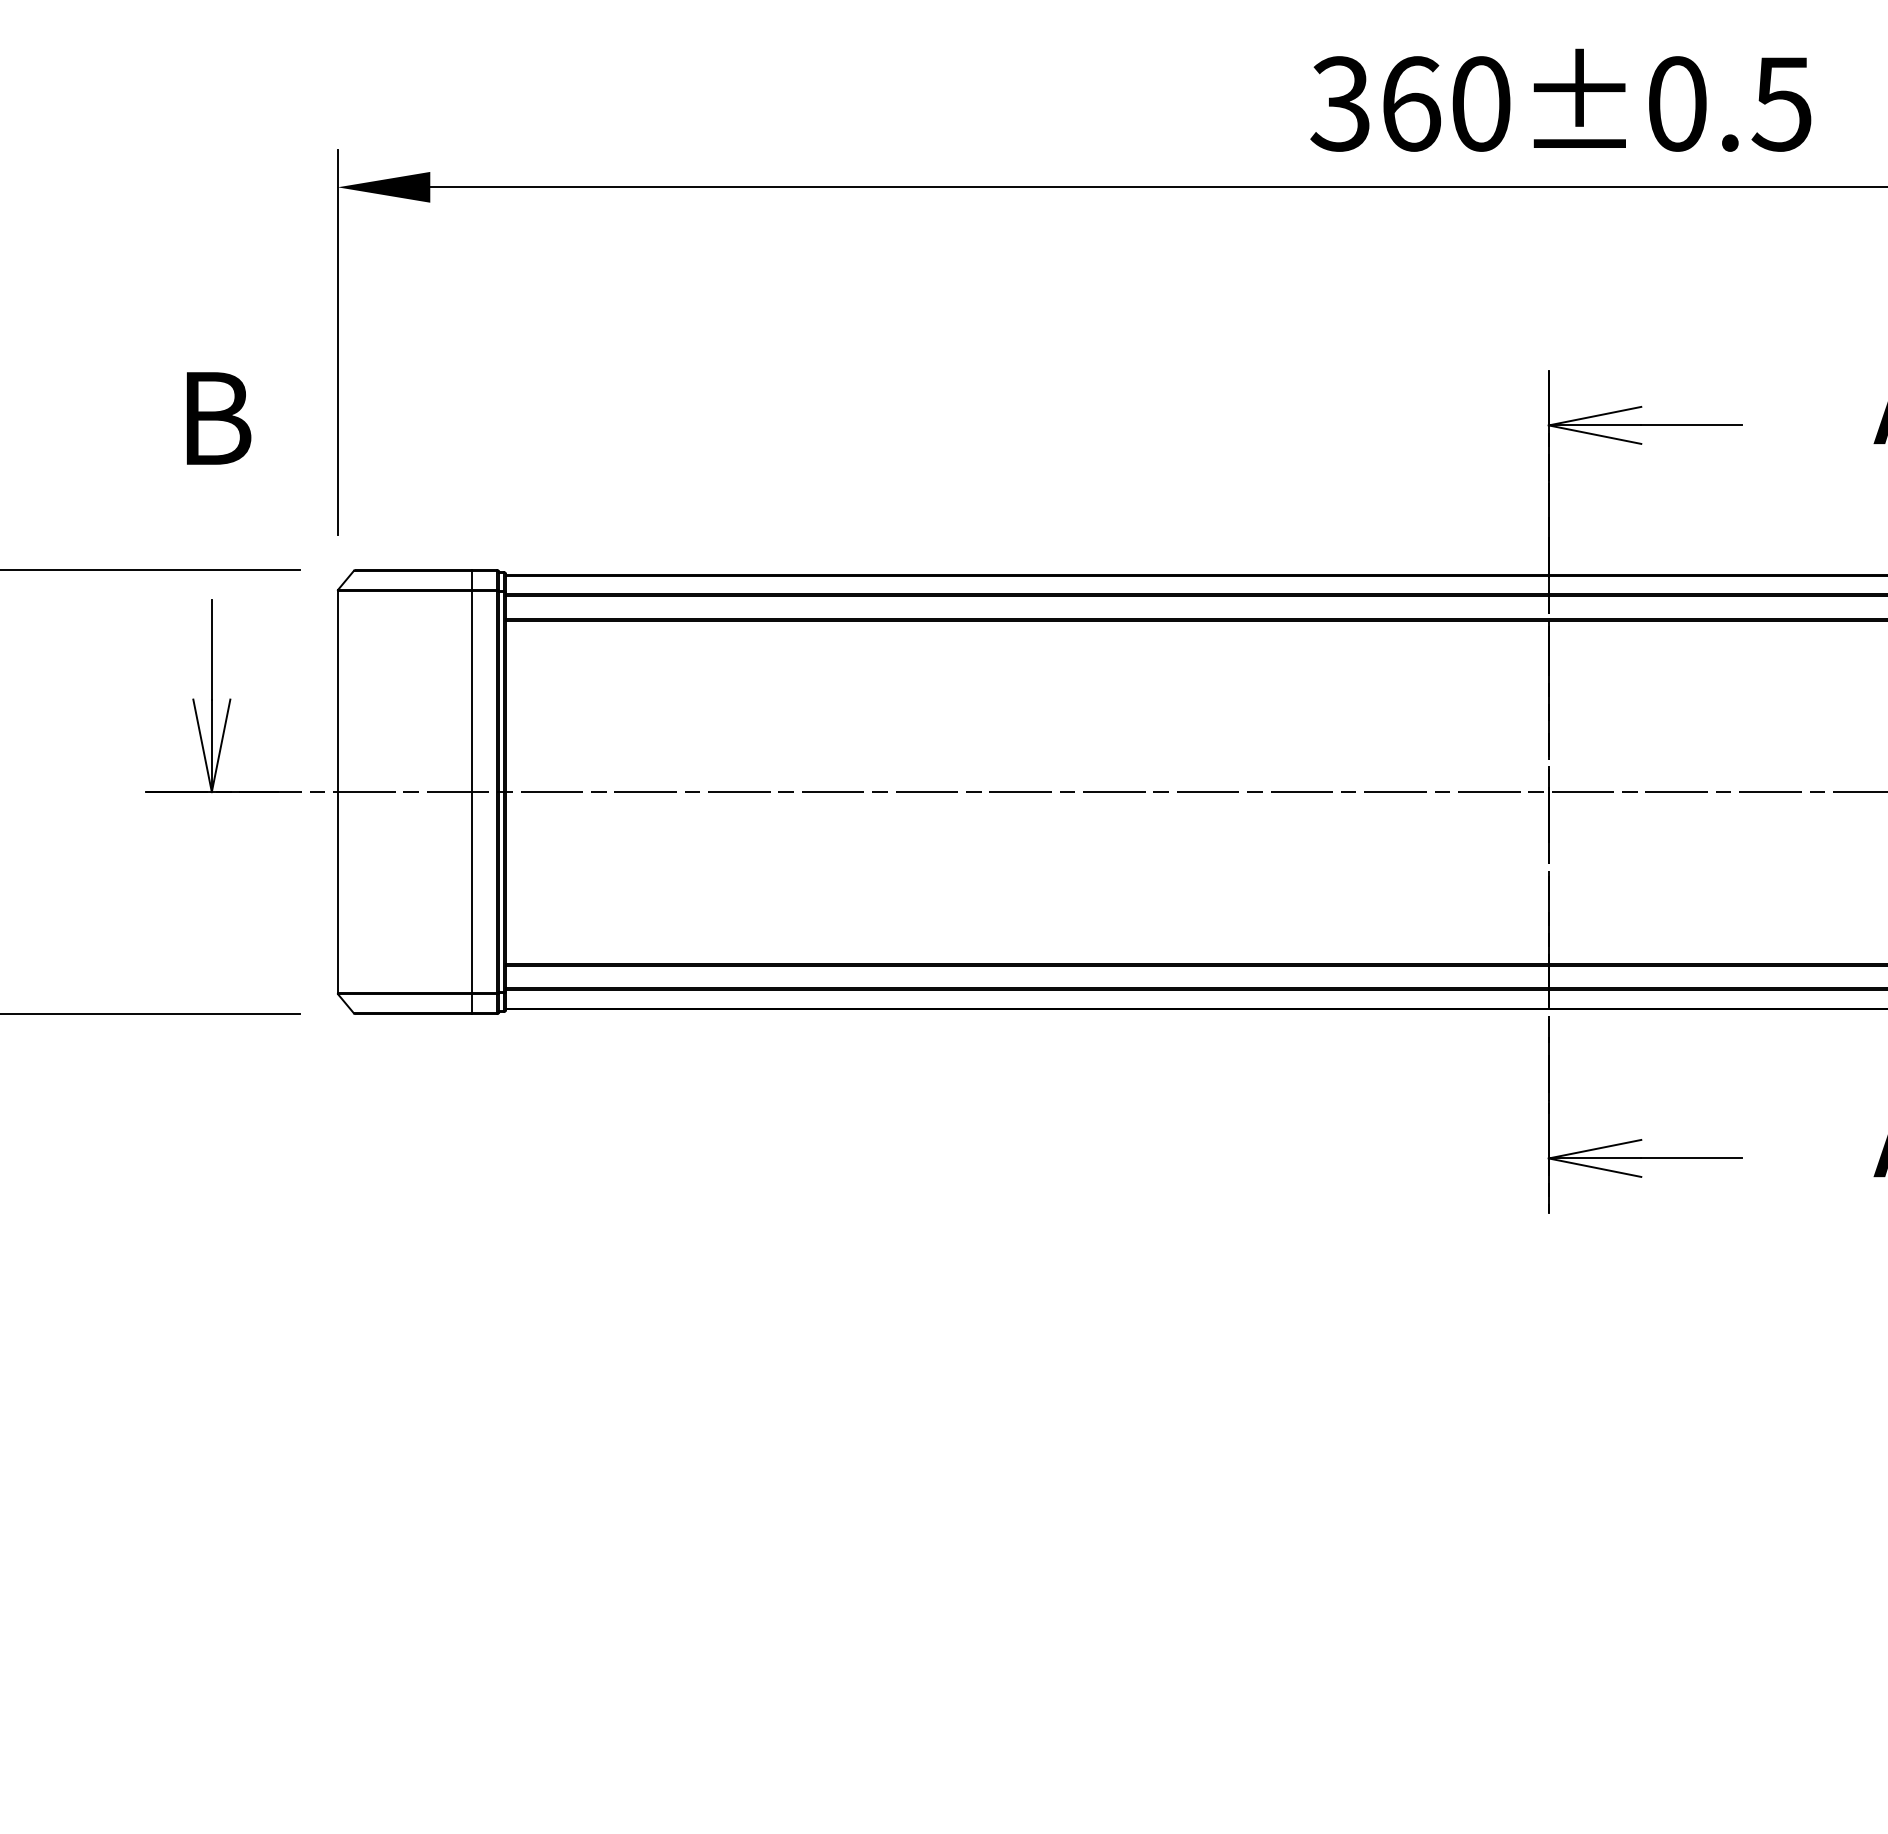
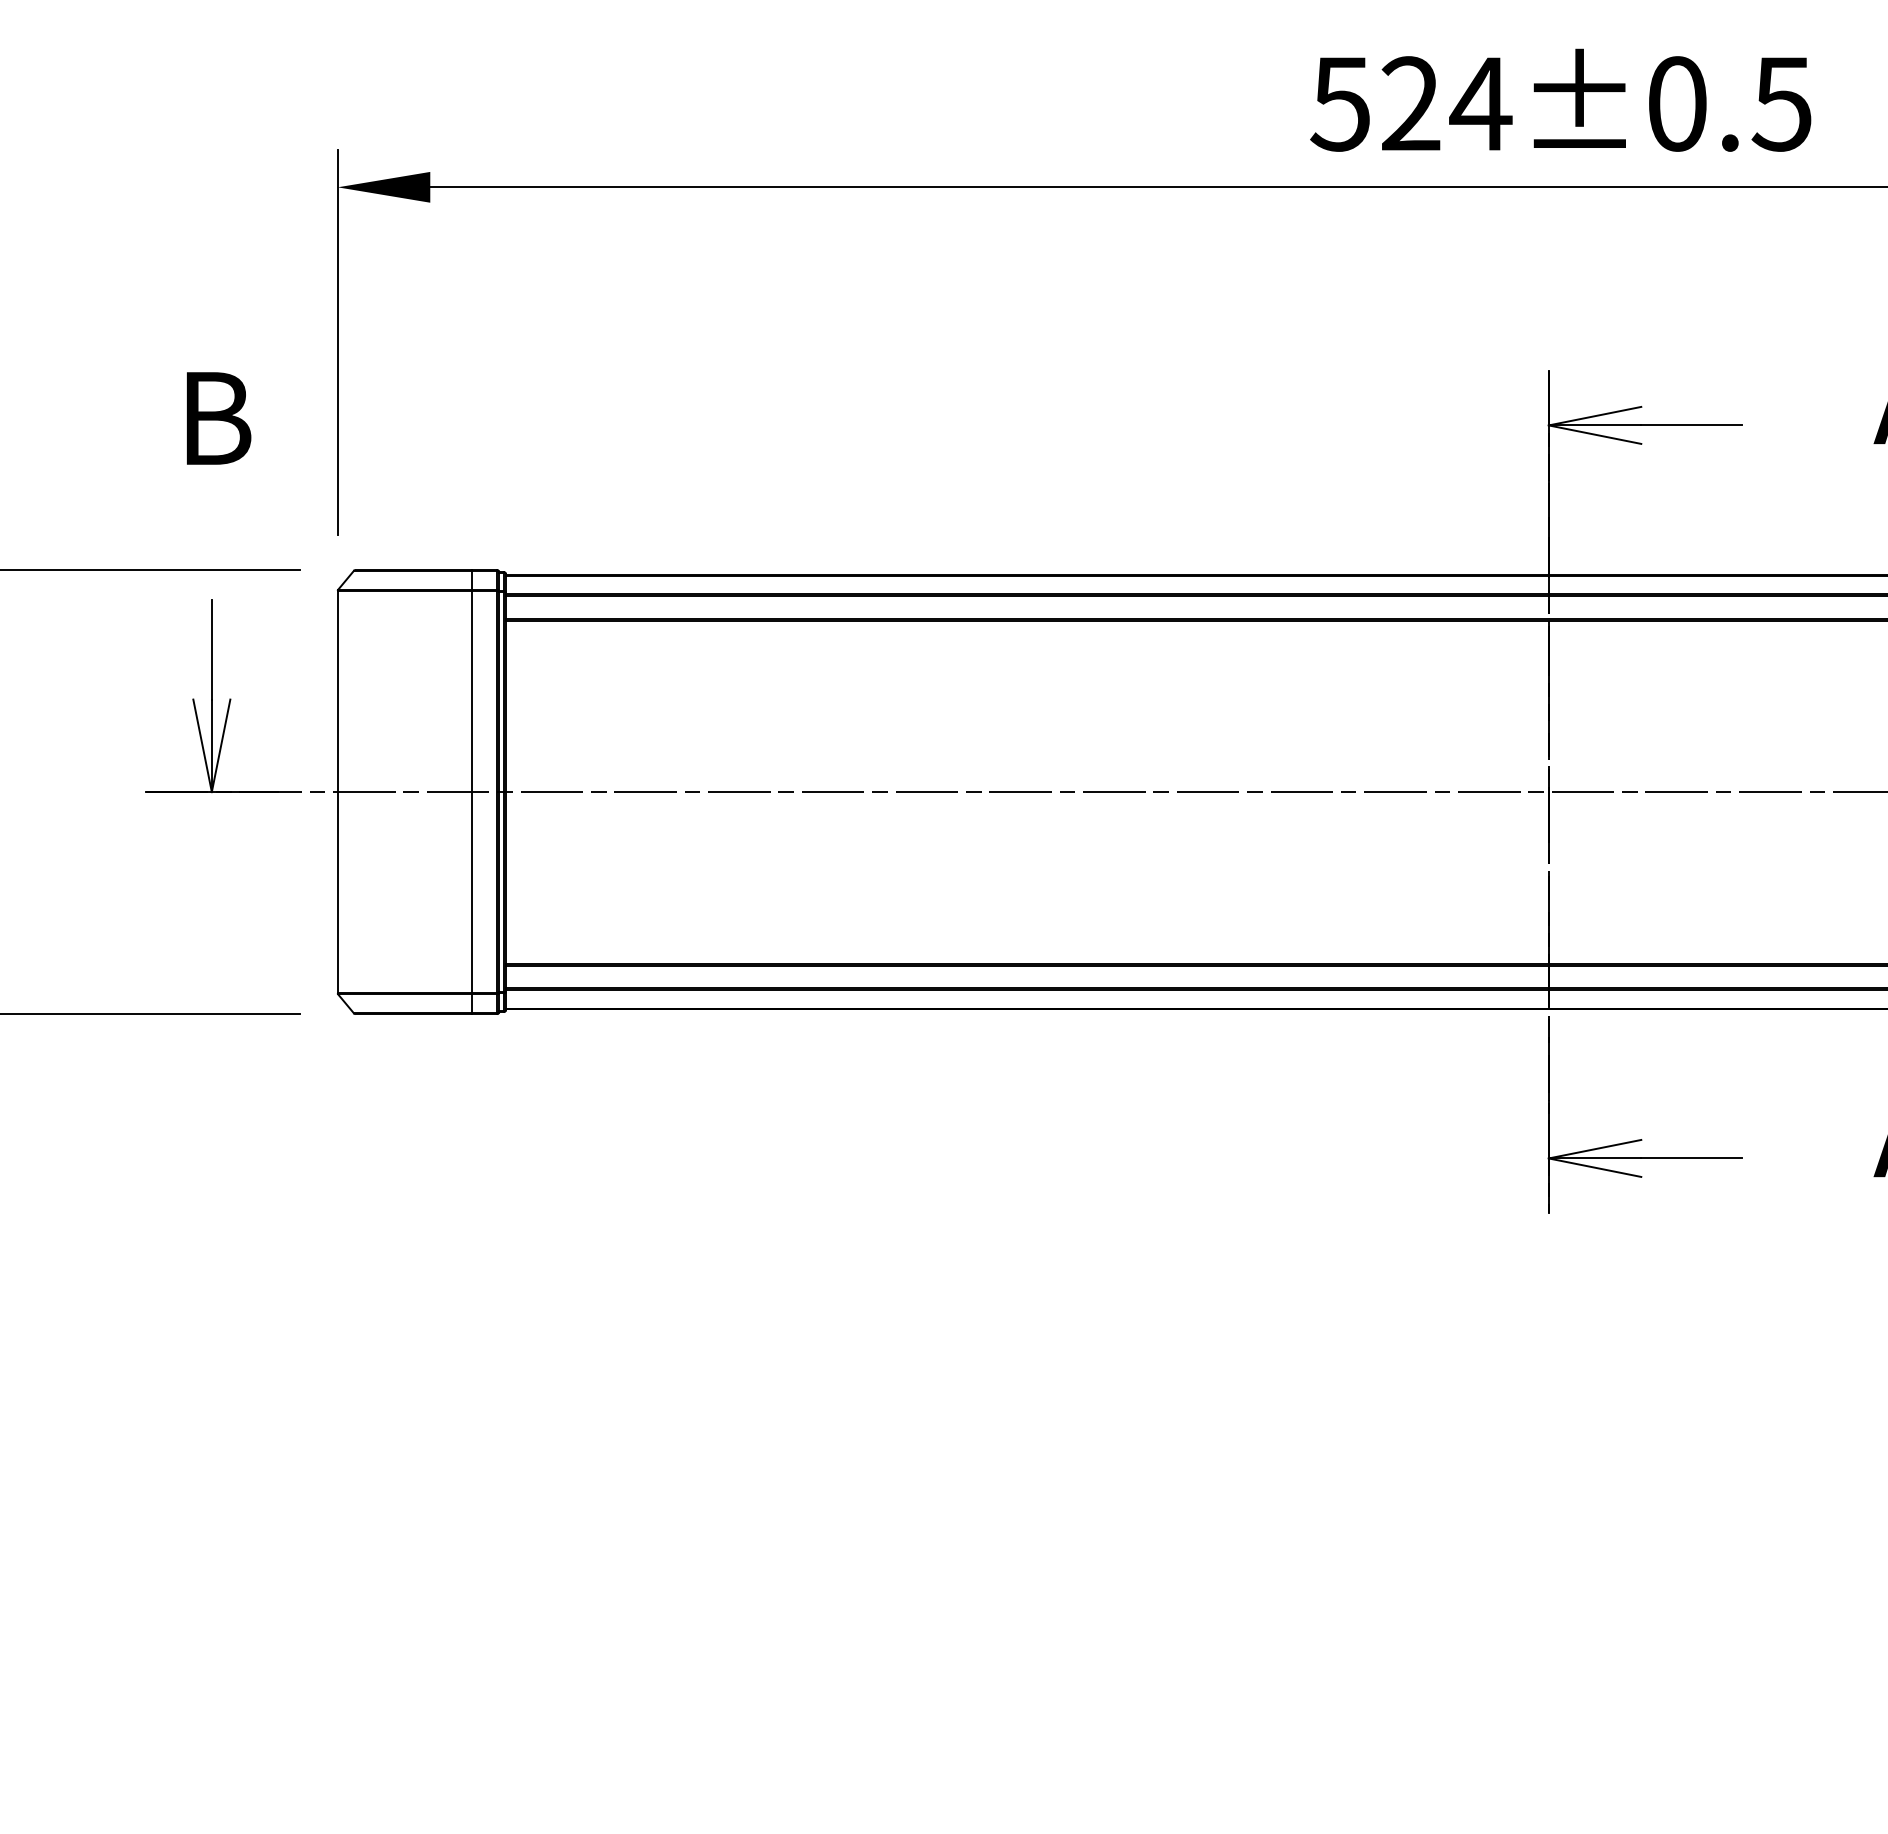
text at (1411, 103): 360±0.5 -> 524±0.5
